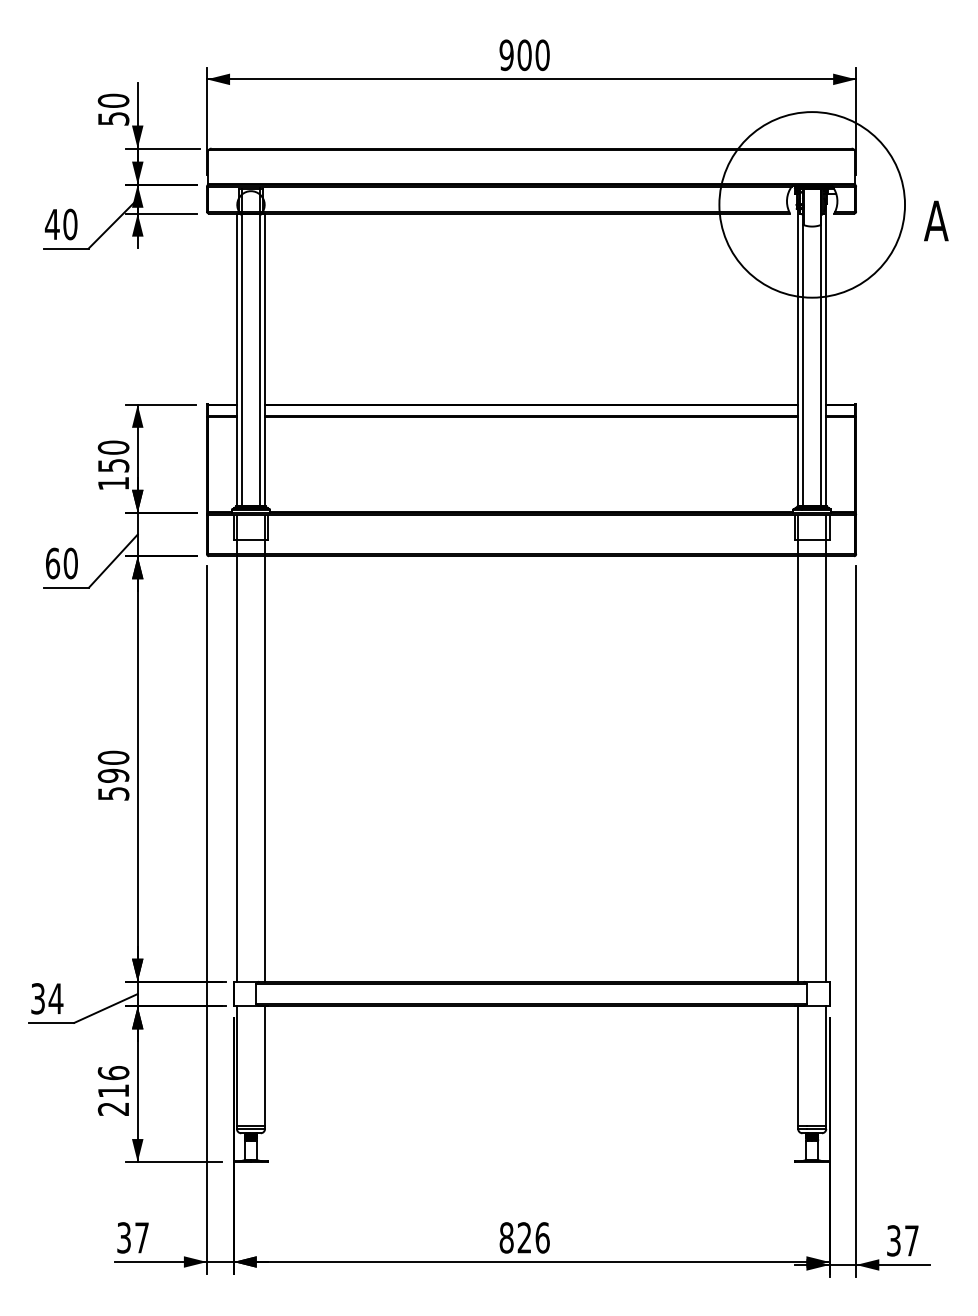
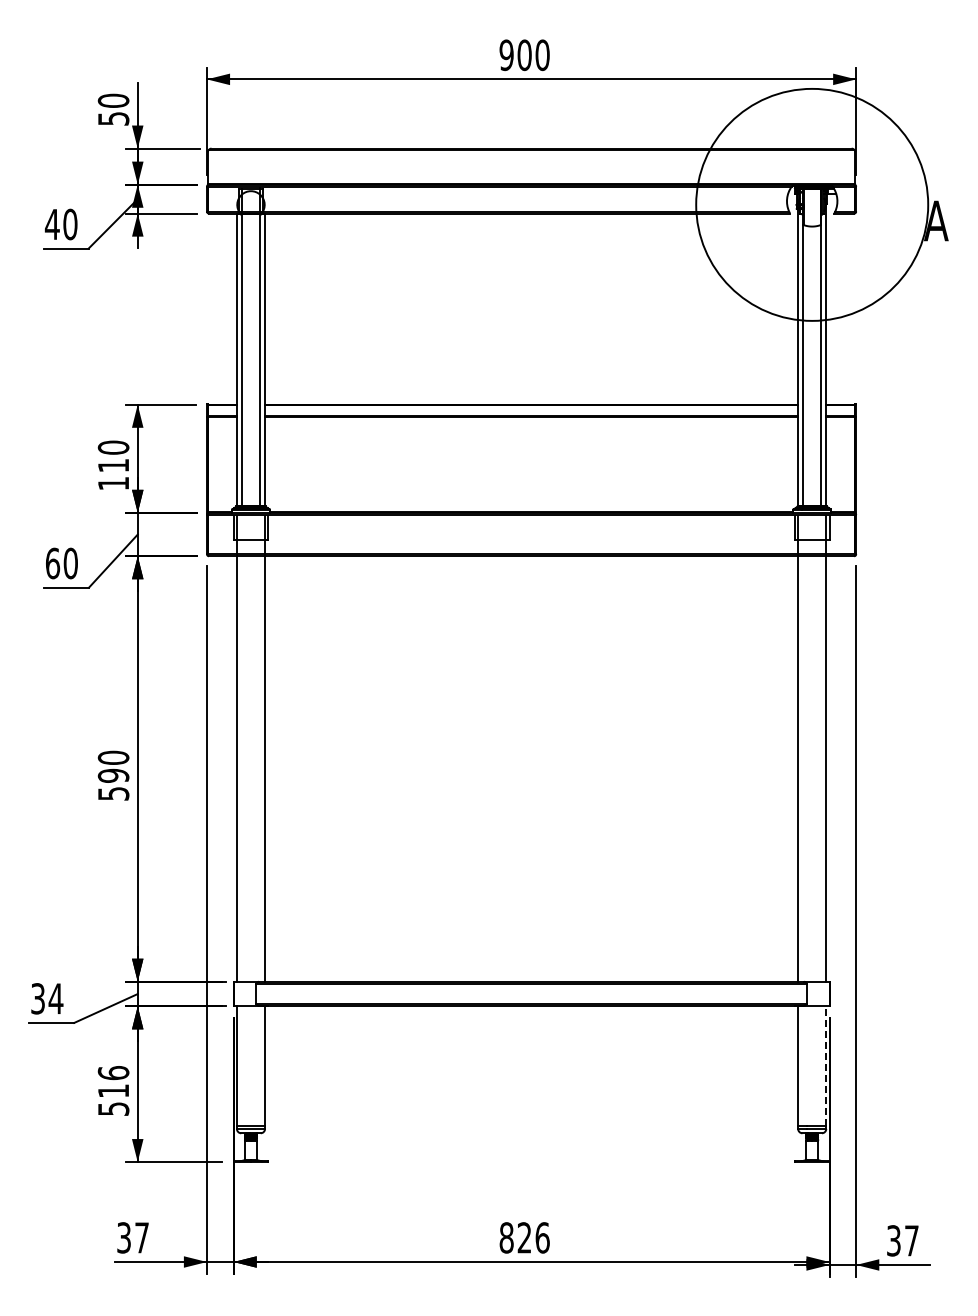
circle at (812, 204) diameter: 186 px -> 232 px
text at (113, 465): 150 -> 110
line at (825, 1066): solid -> dashed
text at (113, 1108): 216 -> 516
